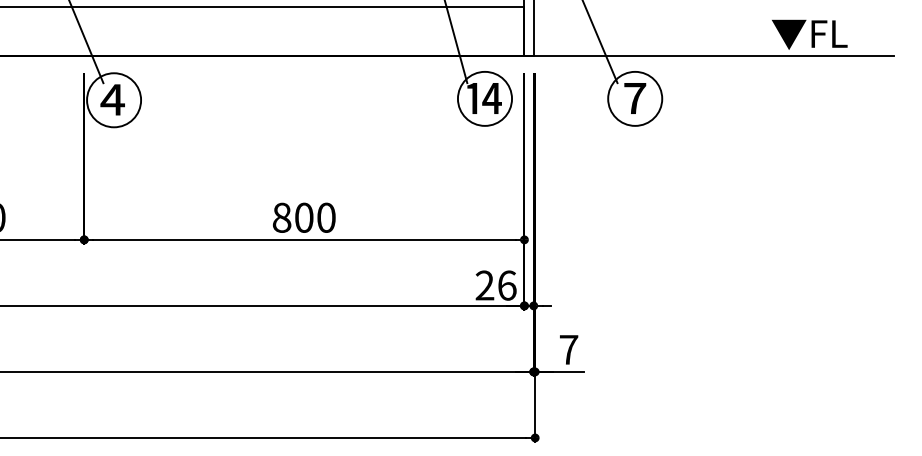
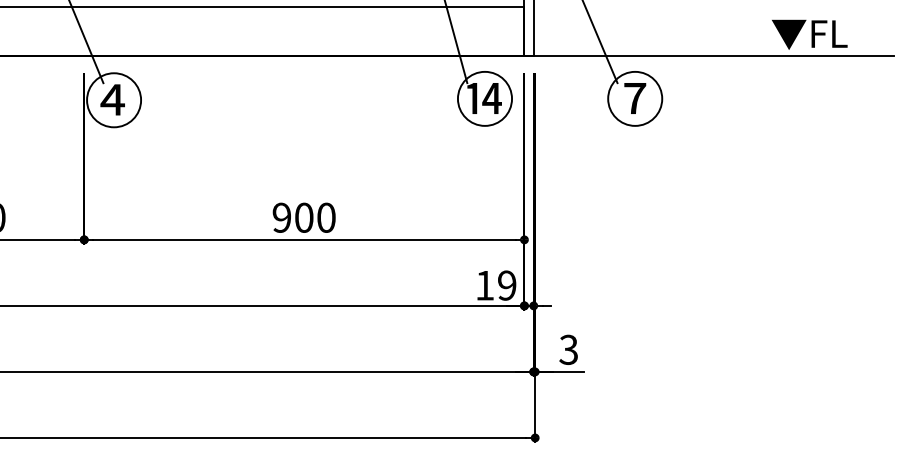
text at (281, 217): 800 -> 900
text at (495, 285): 26 -> 19
text at (568, 349): 7 -> 3
